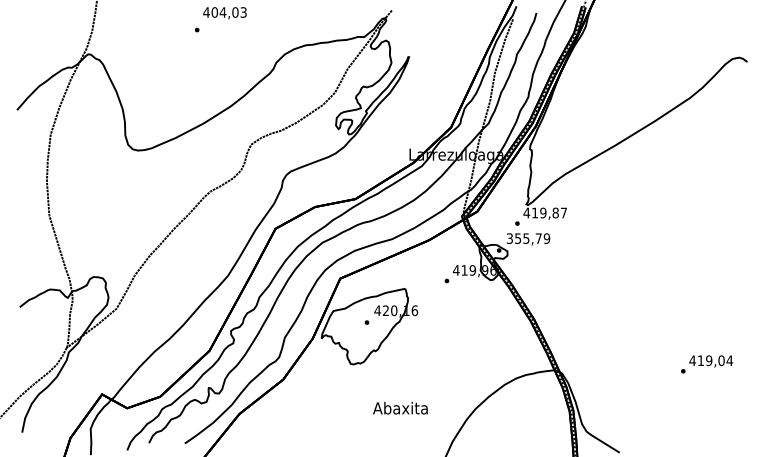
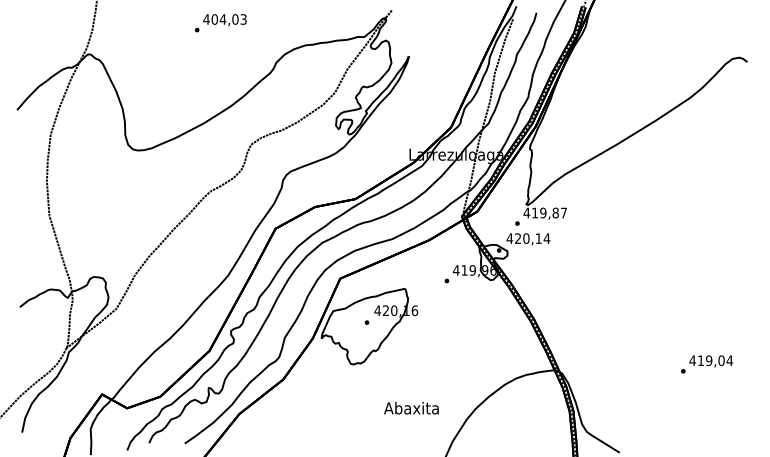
text at (224, 13) position: (224, 13) -> (224, 20)
text at (528, 238): 355,79 -> 420,14
text at (400, 407) position: (400, 407) -> (411, 407)
